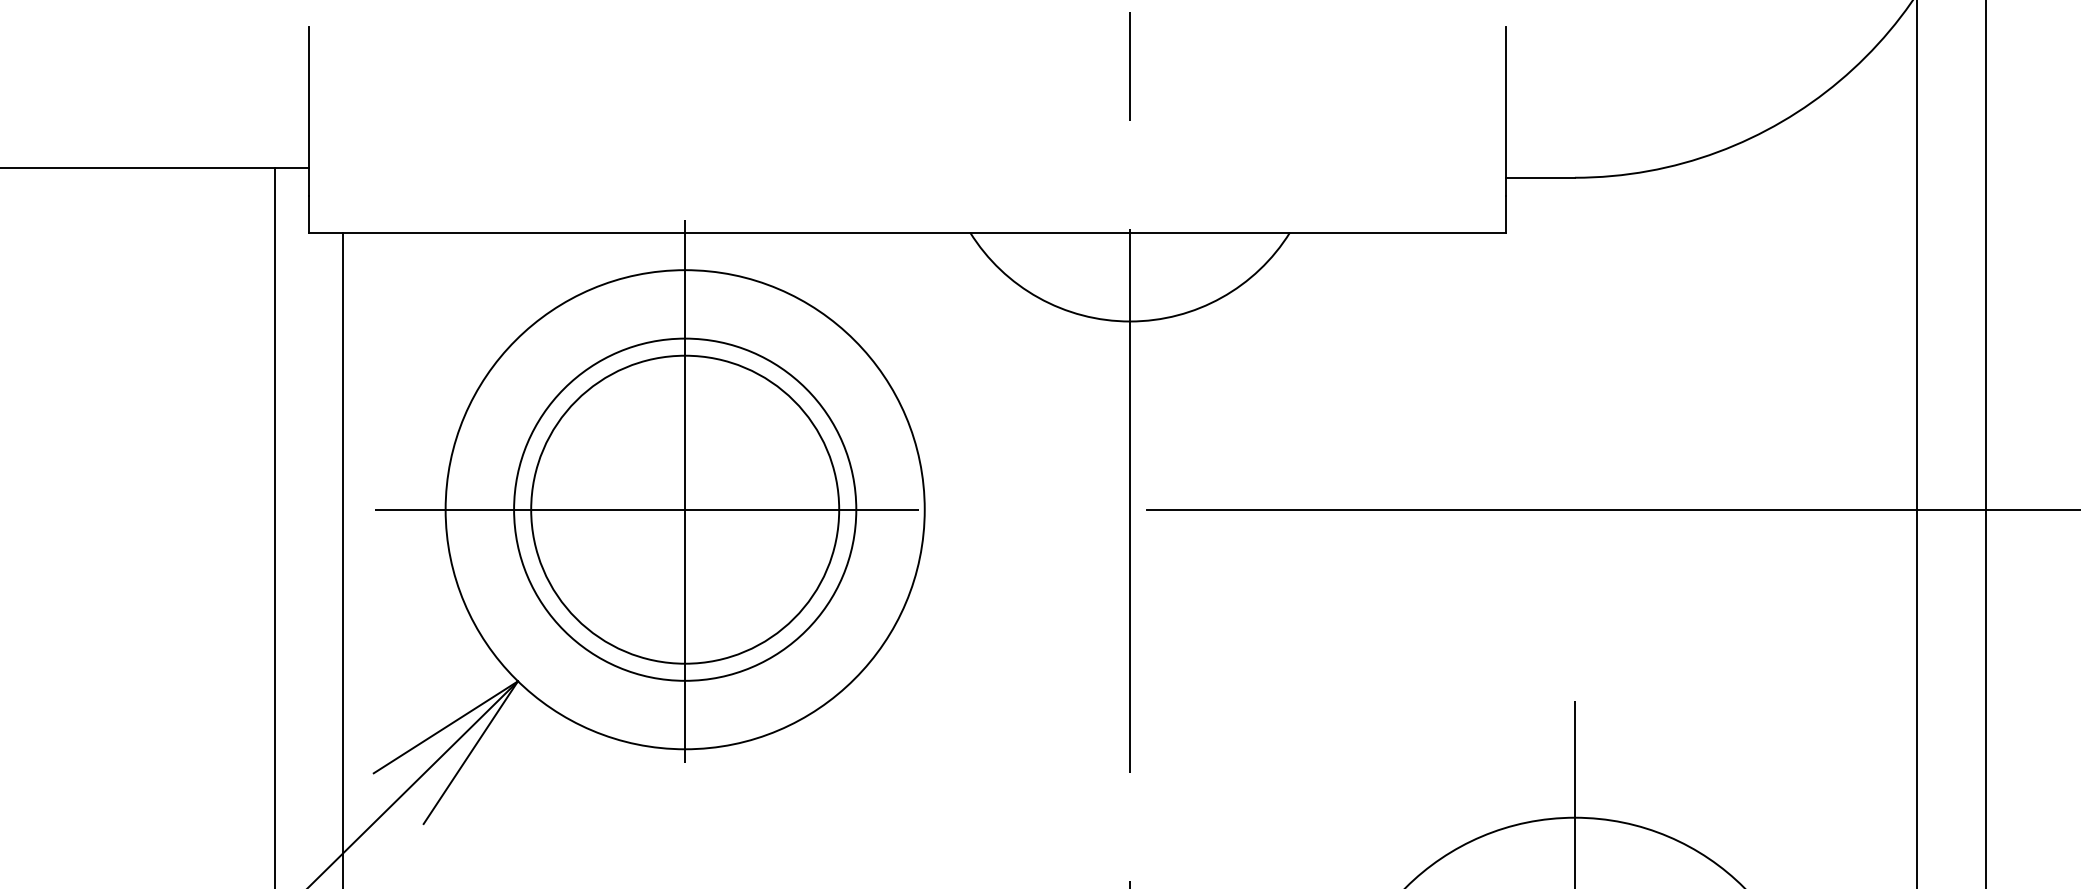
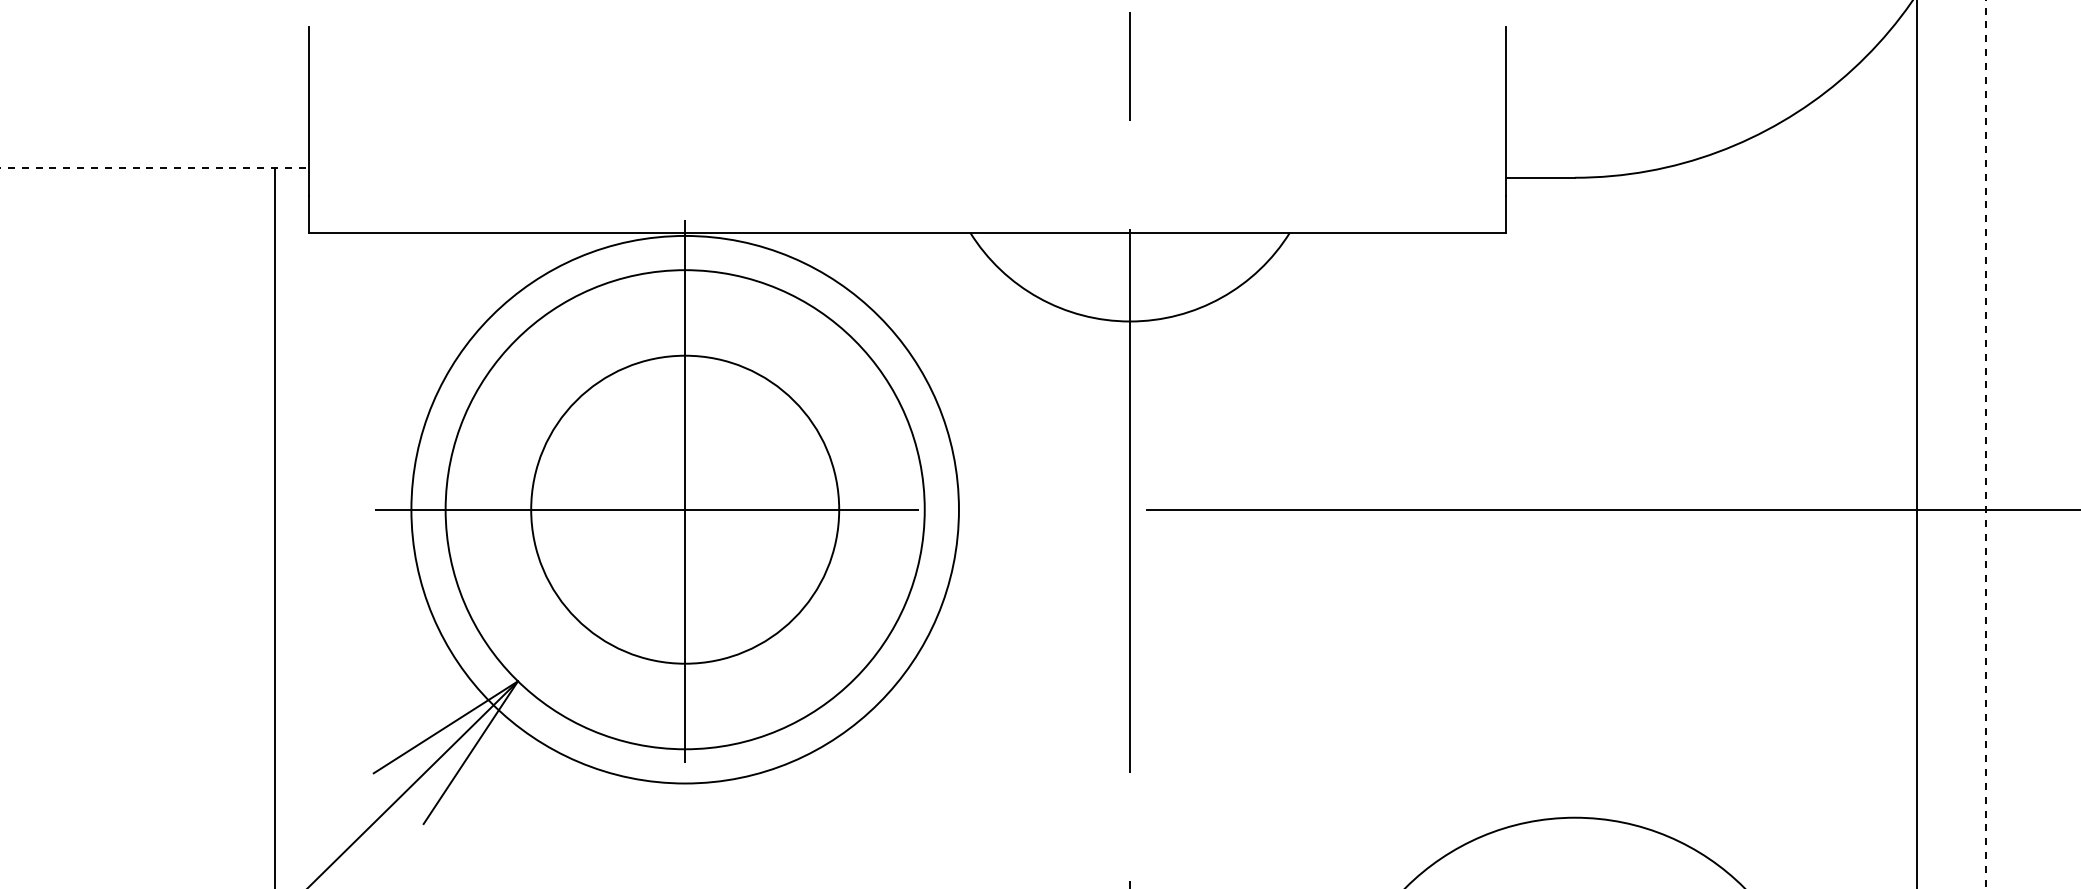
line at (154, 167): solid -> dashed
line at (1985, 444): solid -> dashed
circle at (685, 509) diameter: 342 px -> 548 px
line at (342, 558): present -> none
line at (1574, 793): present -> none
